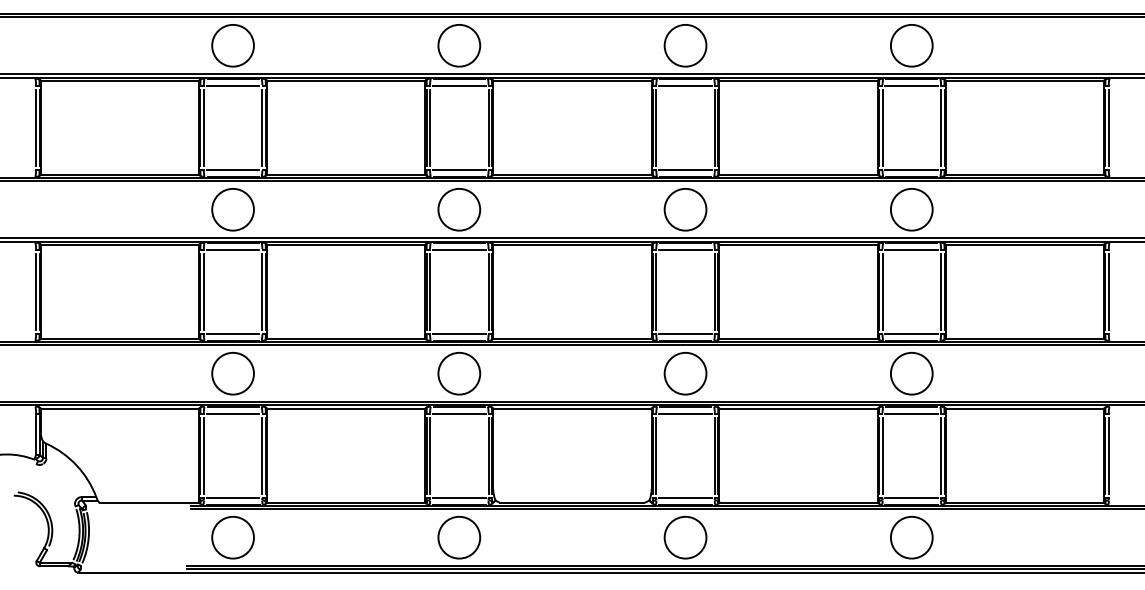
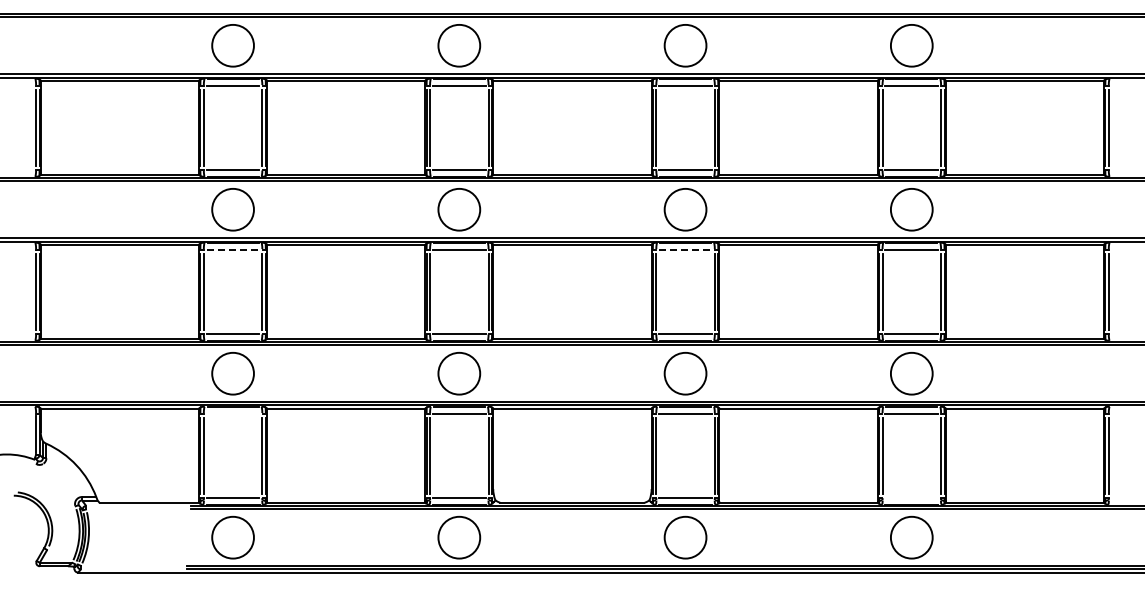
line at (233, 249): solid -> dashed
line at (686, 249): solid -> dashed
line at (232, 413): present -> none
line at (911, 497): present -> none
